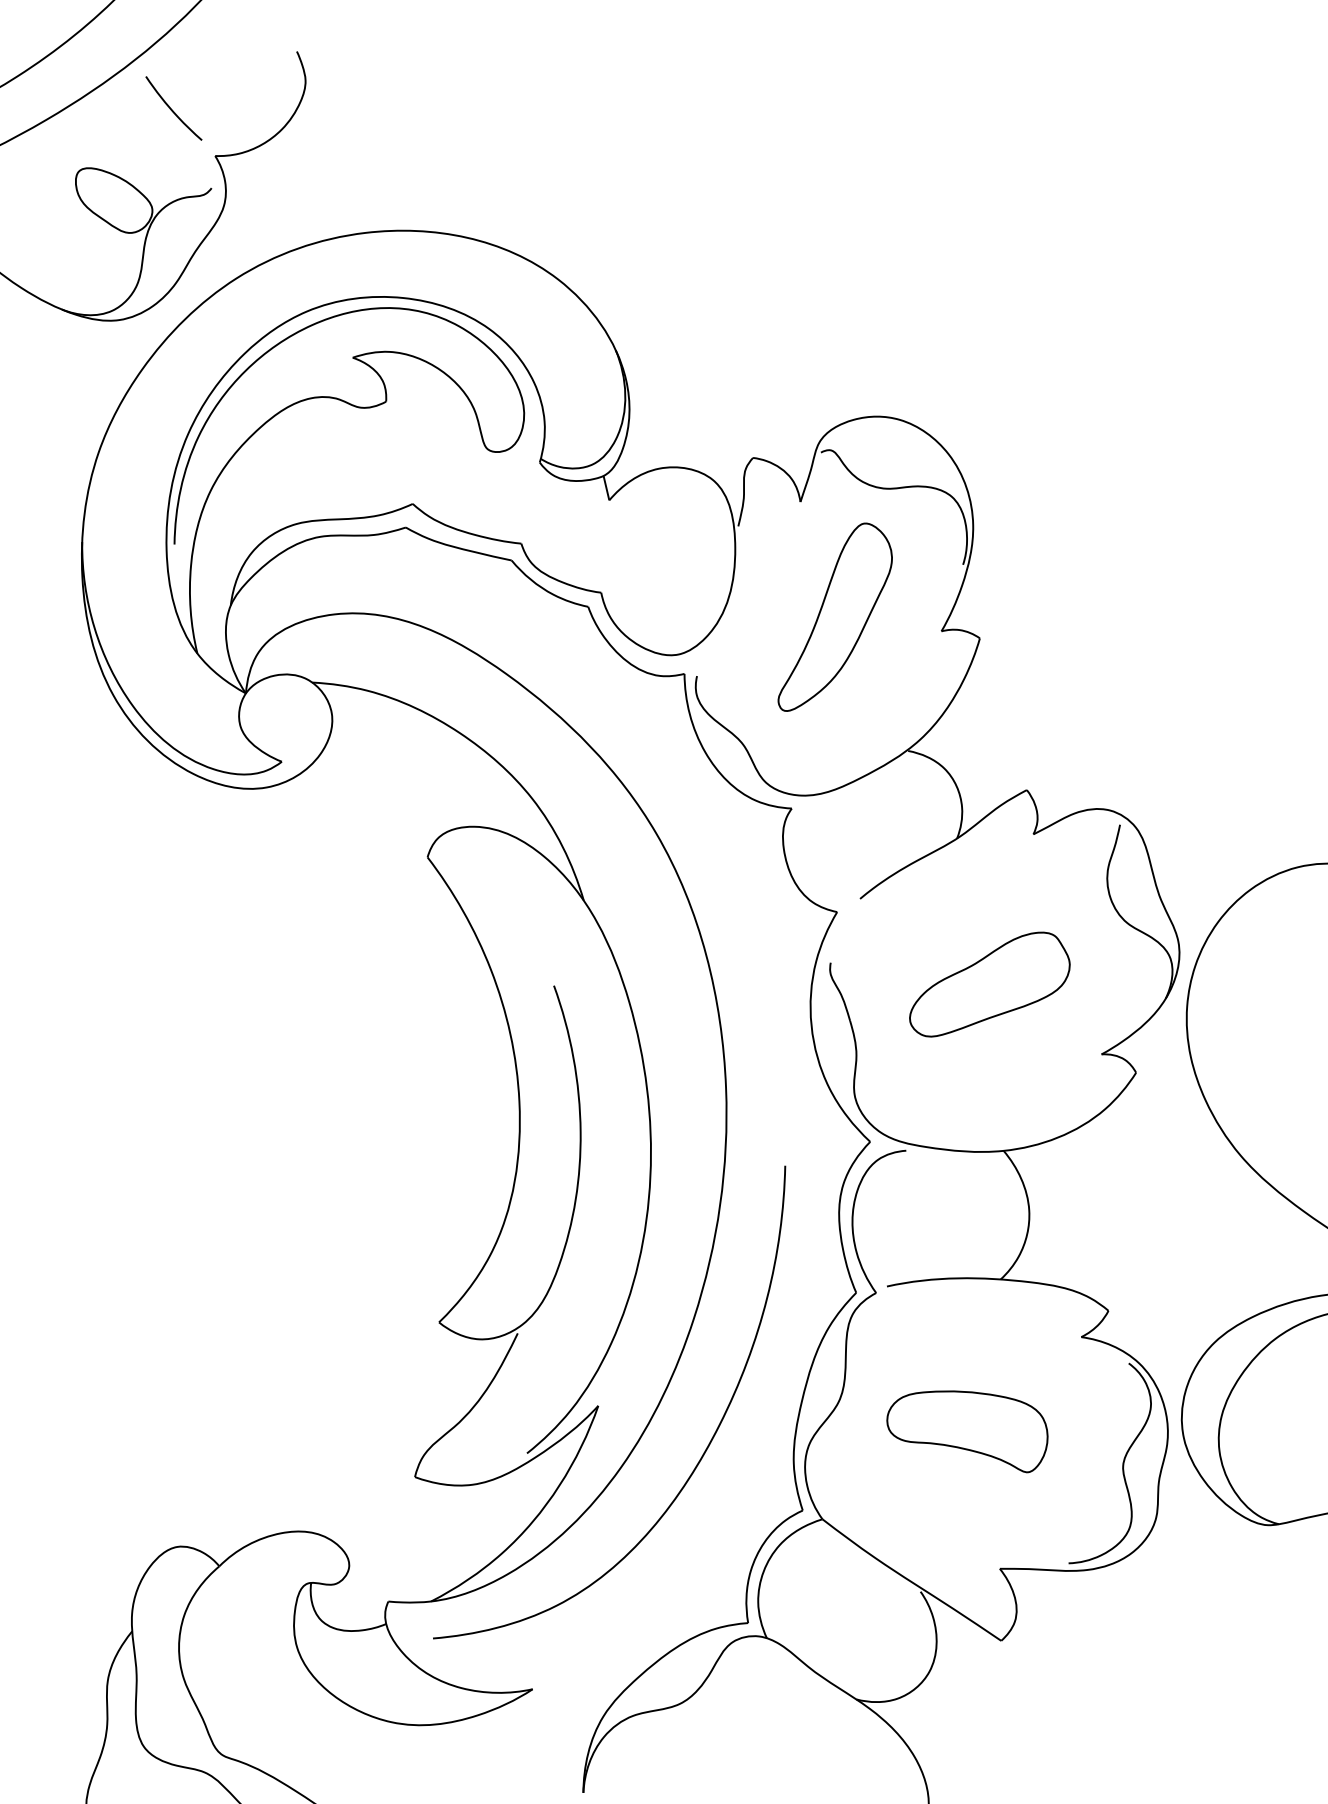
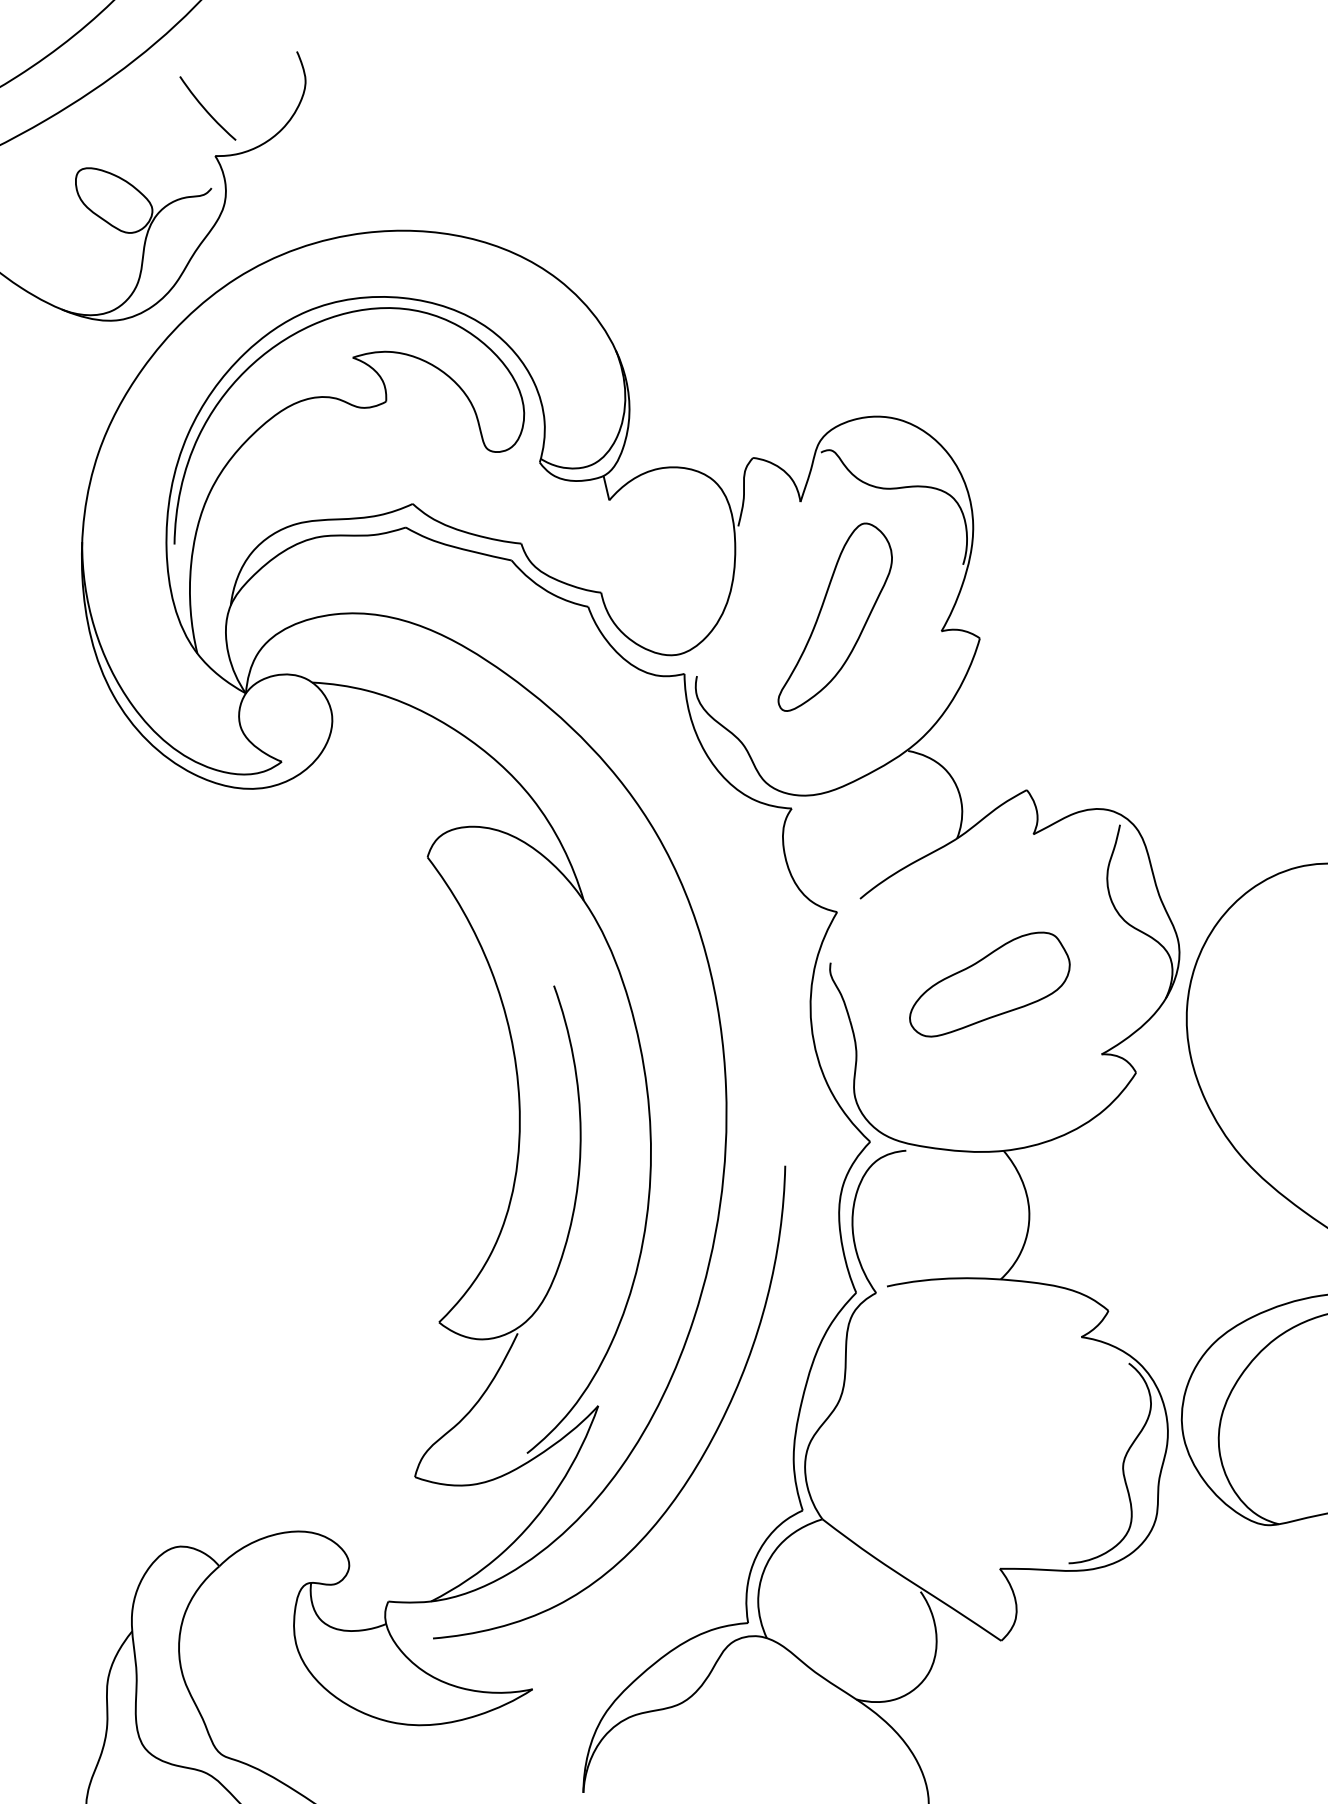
curve at (172, 109) position: (172, 109) -> (206, 109)
part at (967, 1431): present -> none
